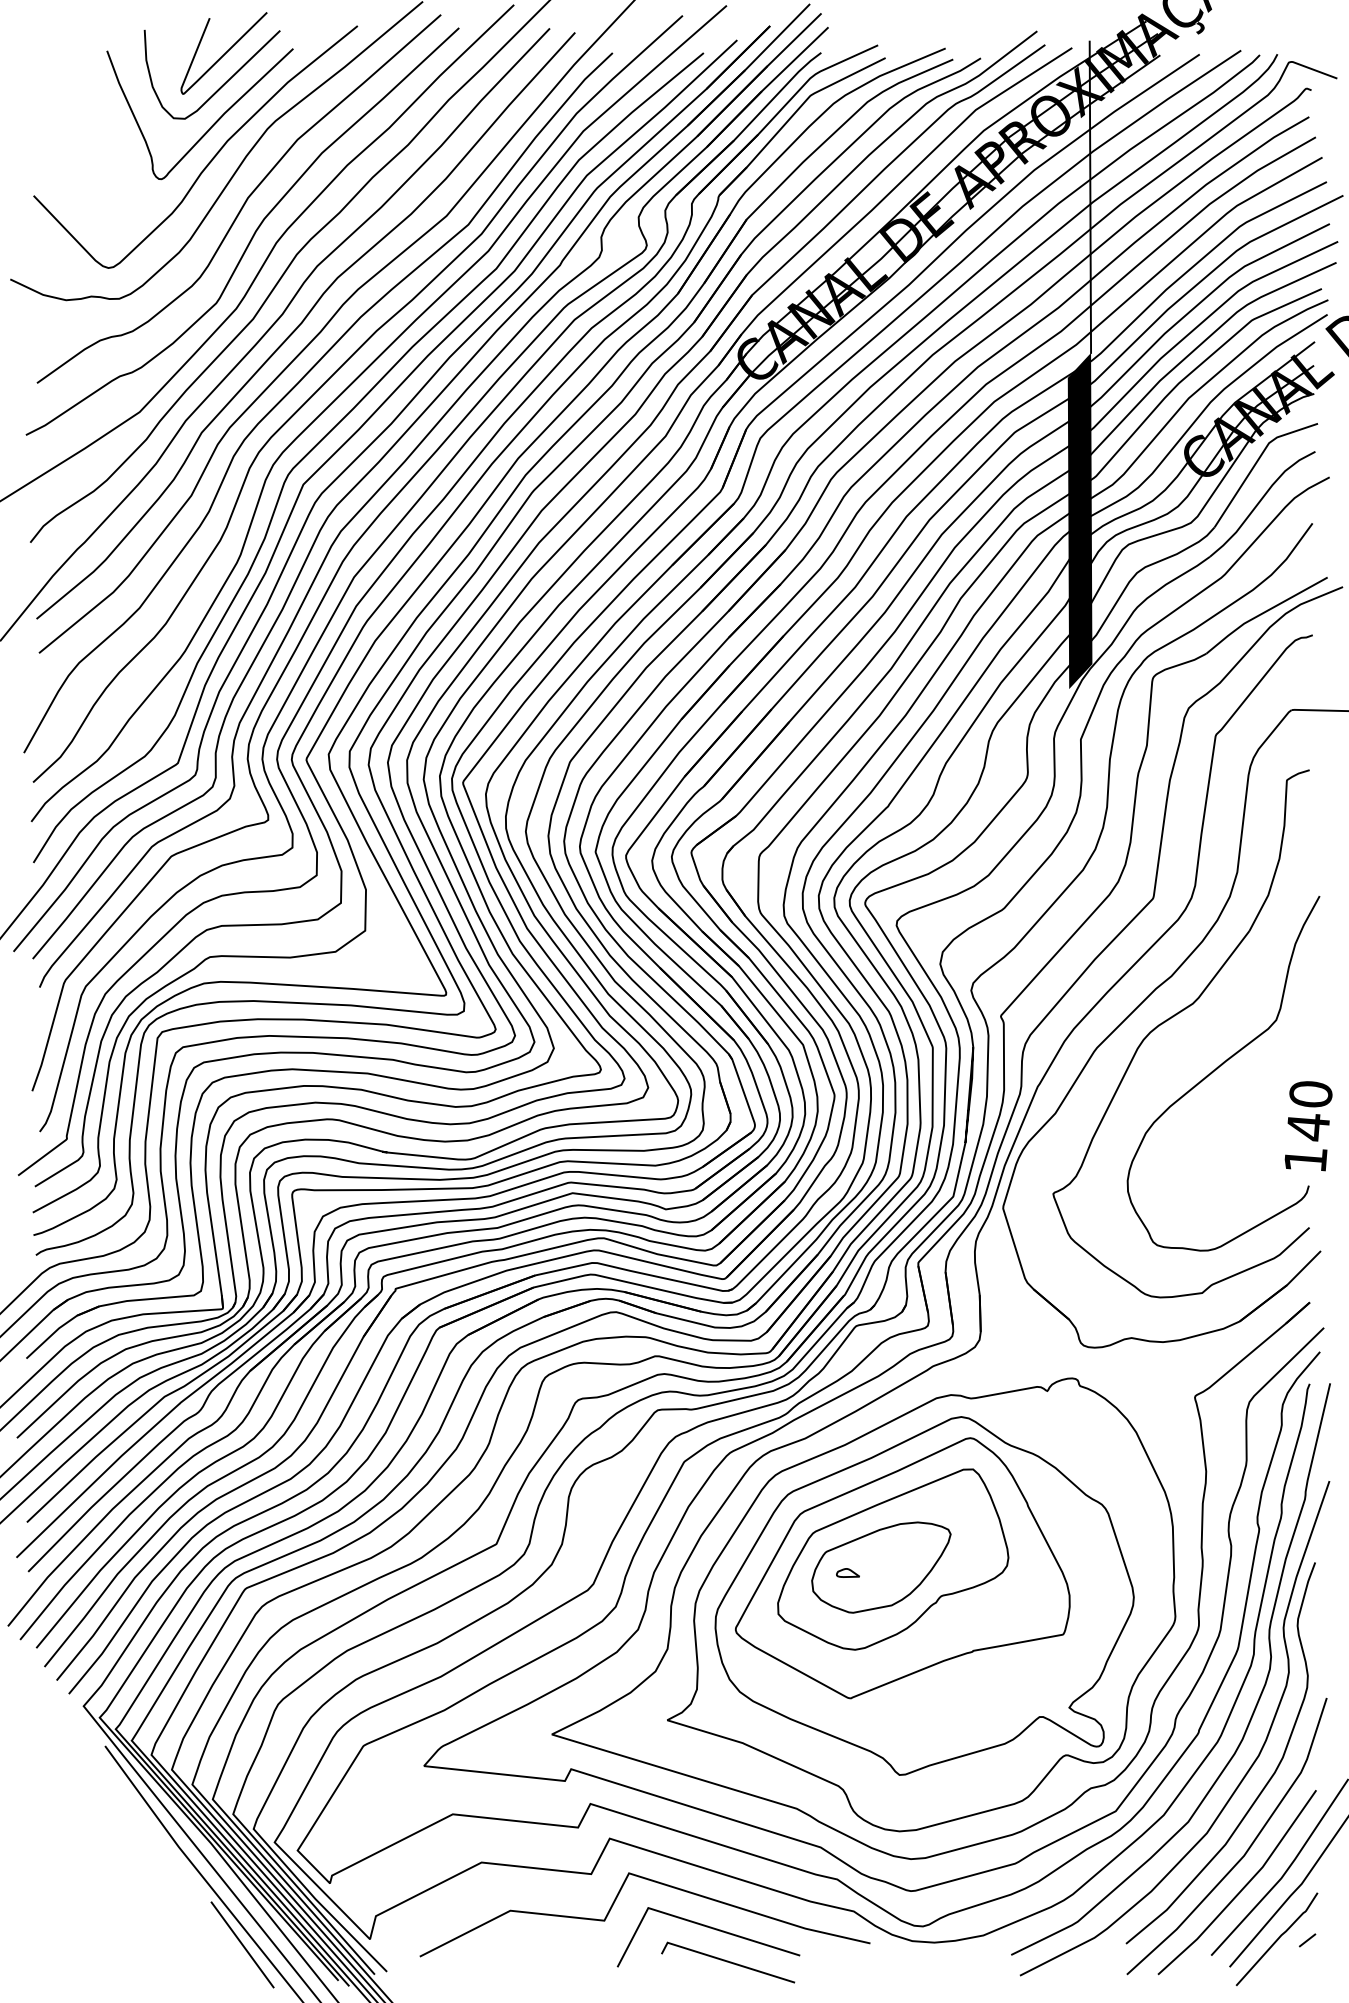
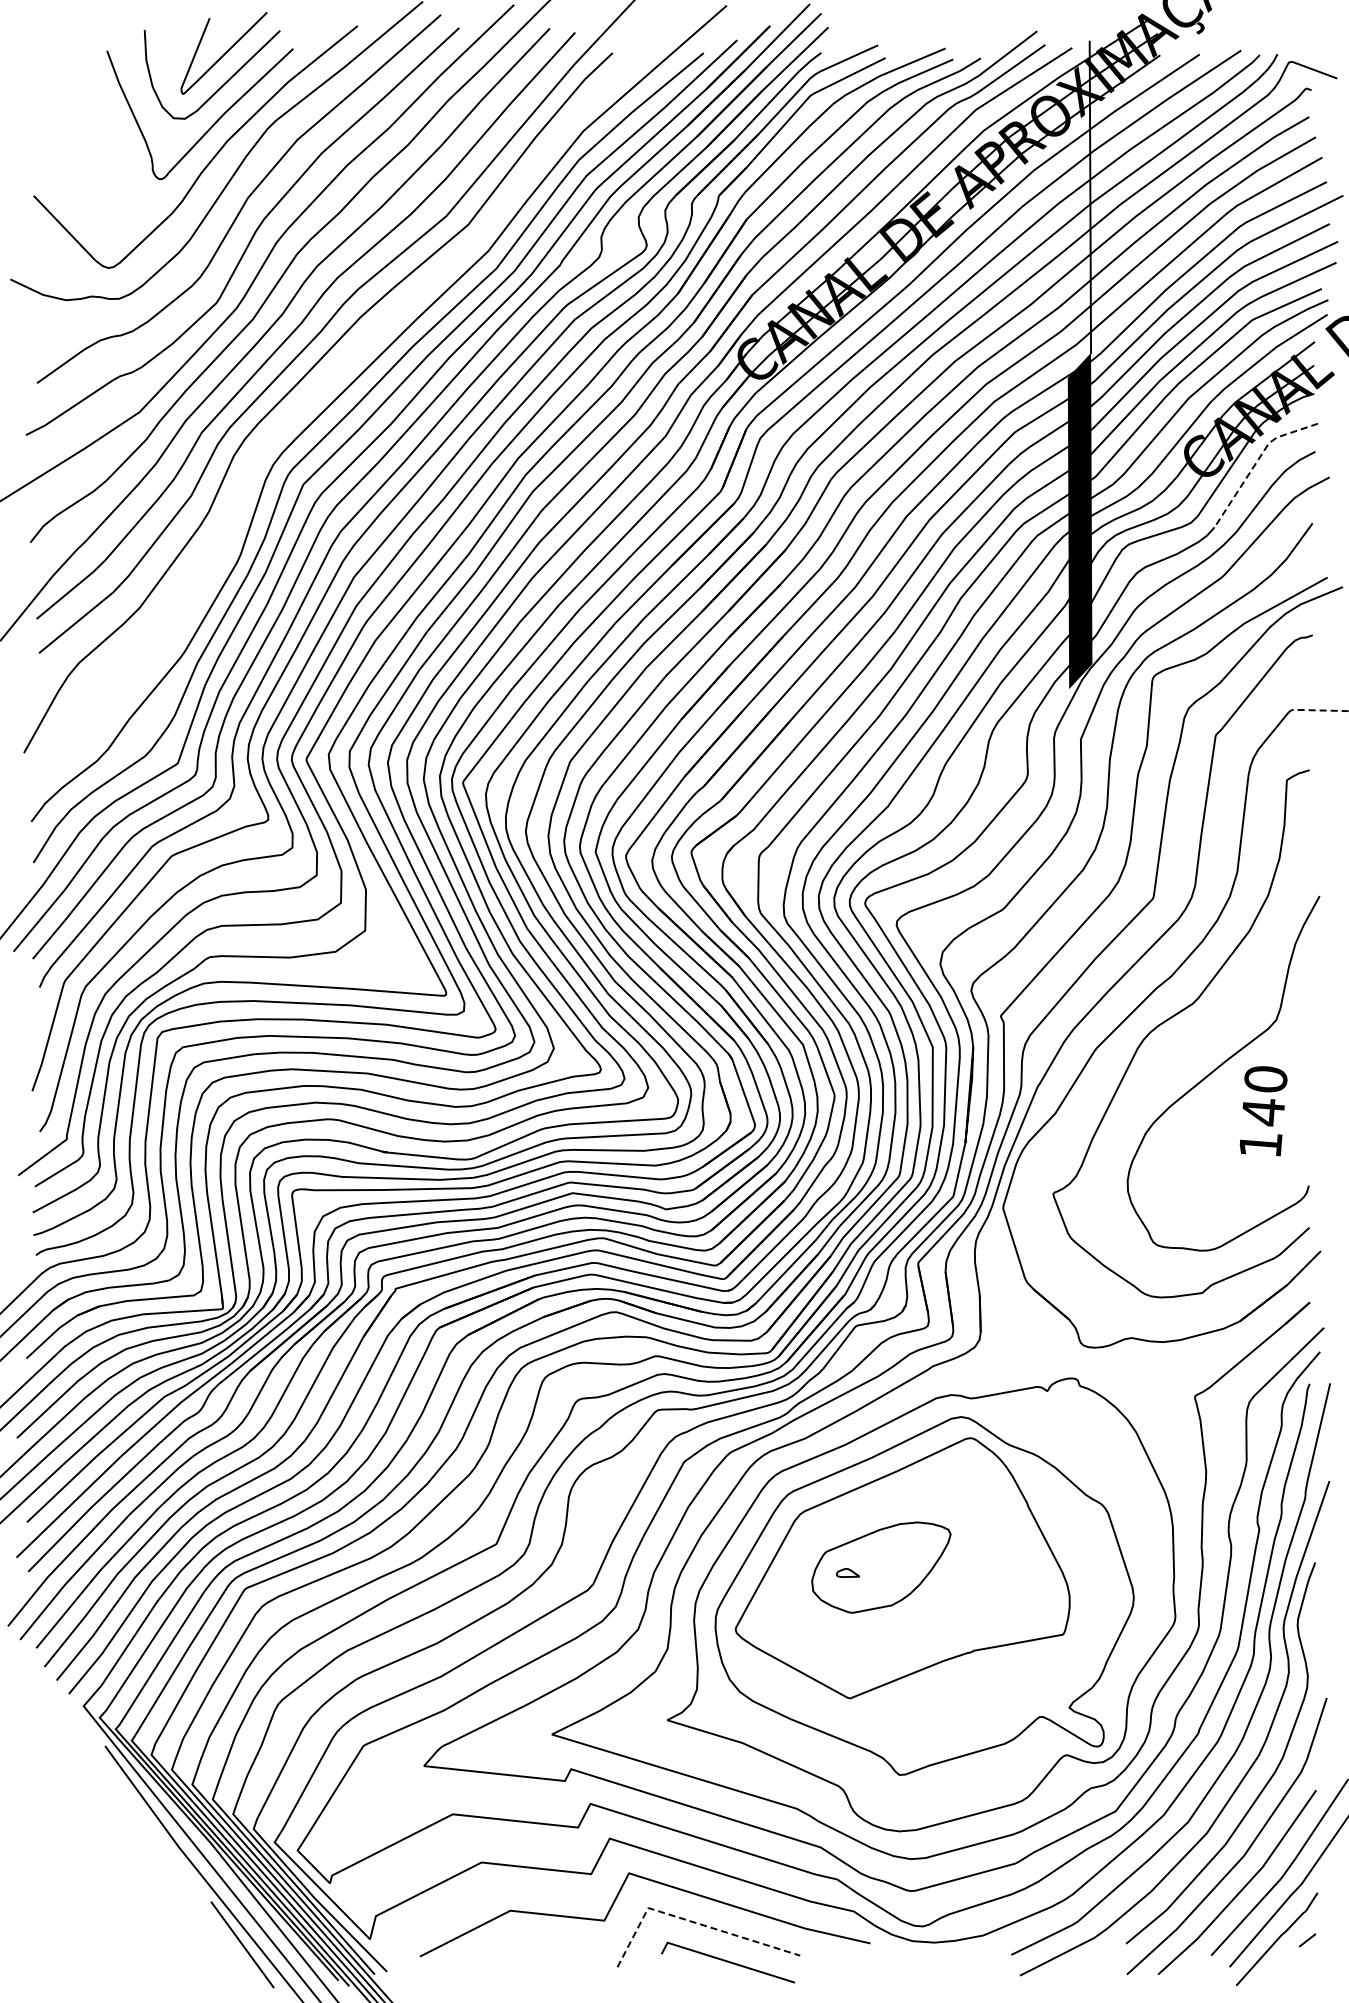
curve at (334, 374): present -> none
line at (1256, 462): solid -> dashed
line at (1319, 710): solid -> dashed
text at (1308, 1126) position: (1308, 1126) -> (1263, 1111)
part at (893, 1559): present -> none
line at (691, 1921): solid -> dashed
